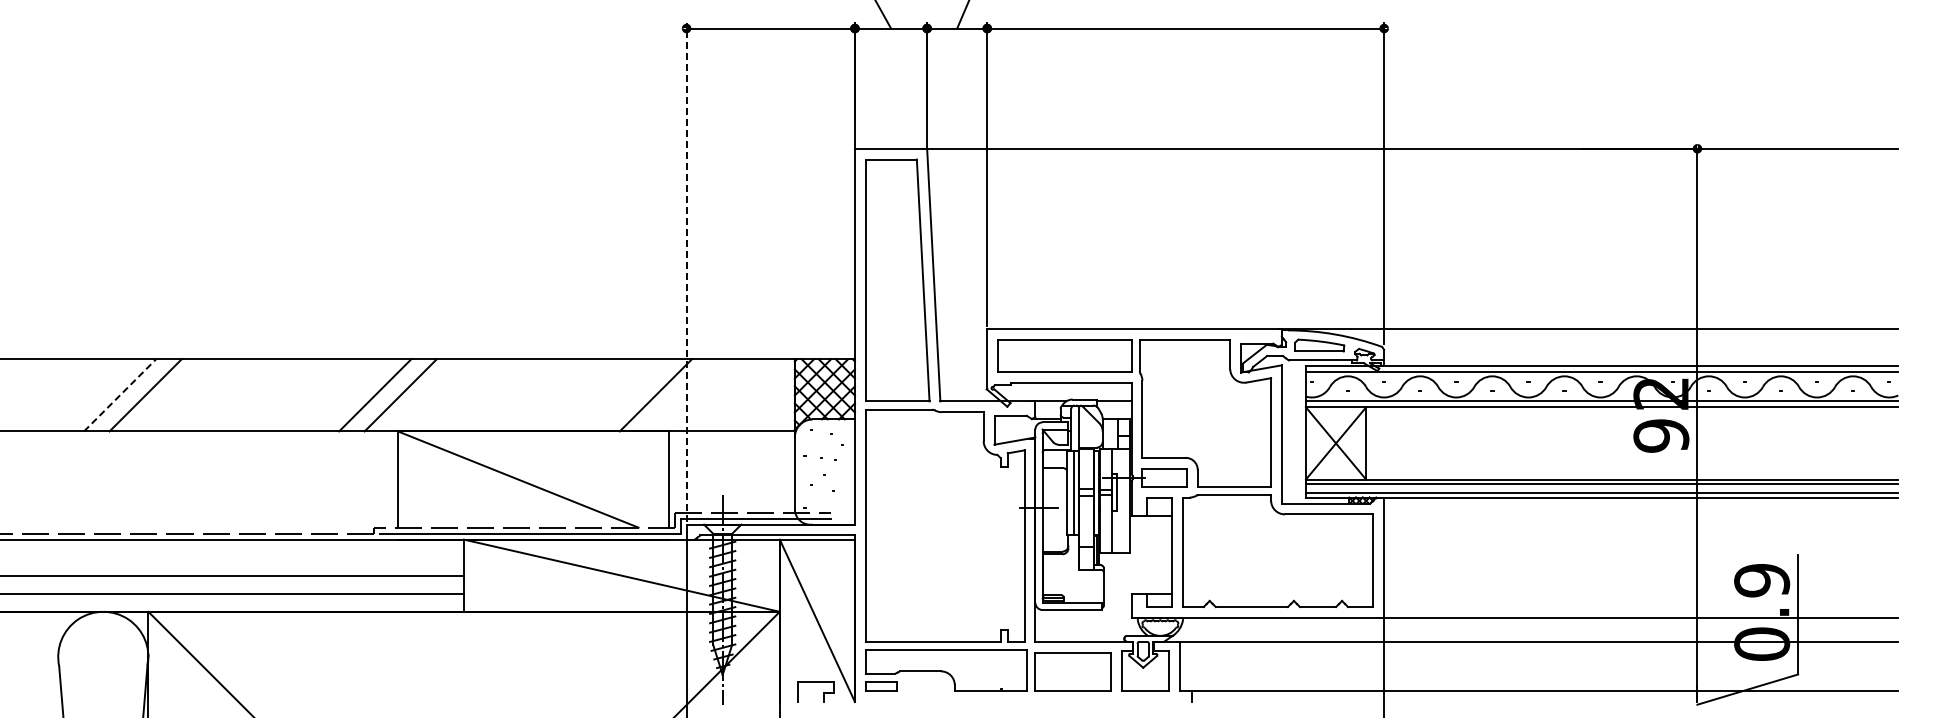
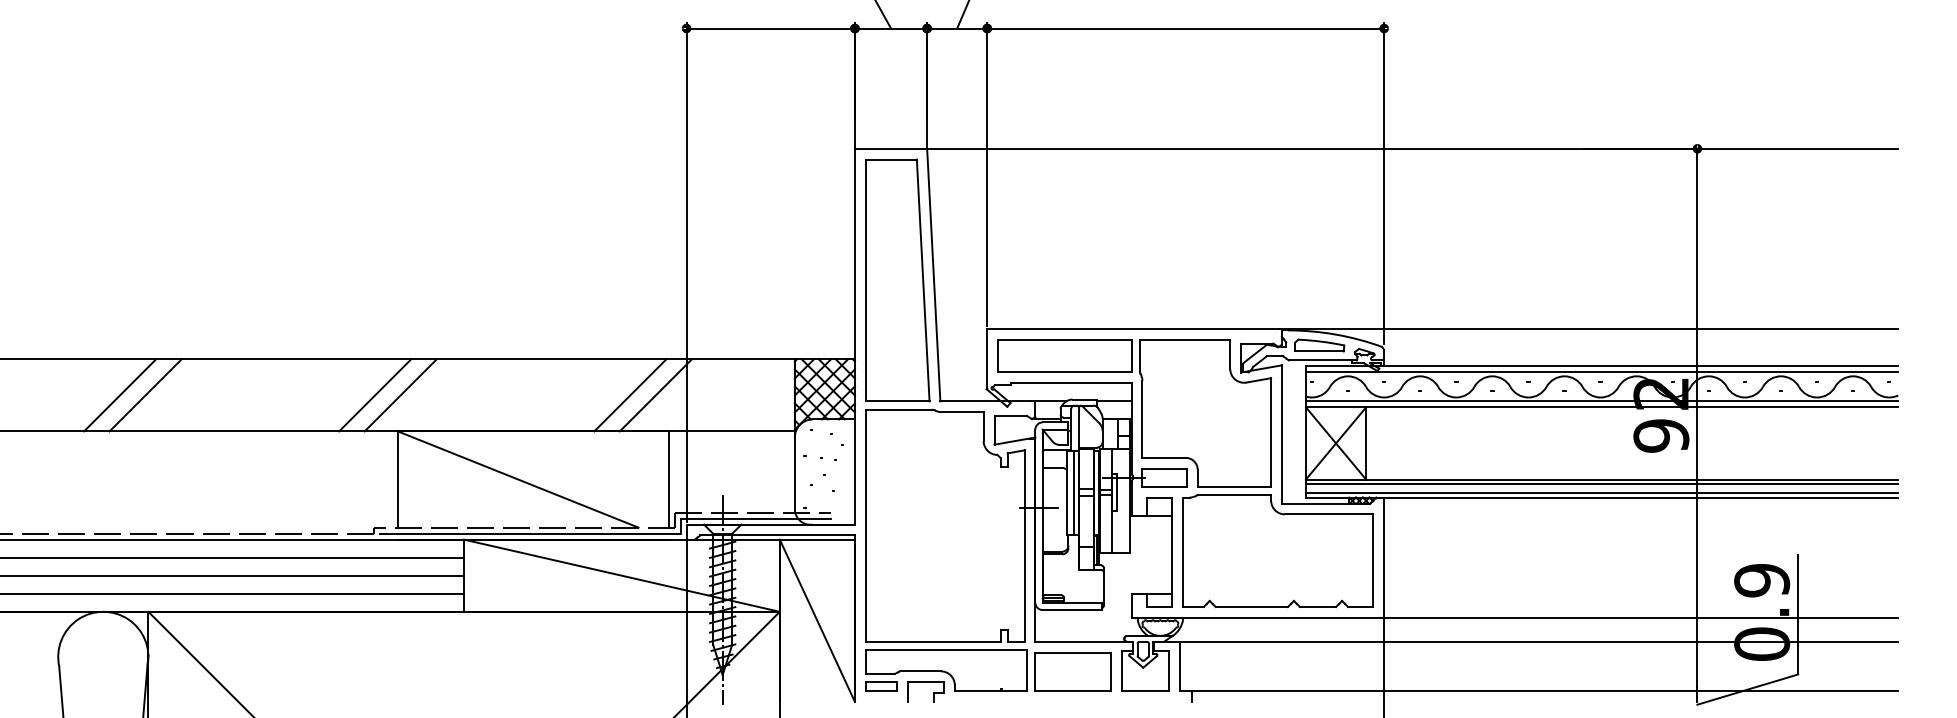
line at (686, 272): dashed -> solid
line at (120, 394): dashed -> solid
line at (630, 395): none -> present
line at (233, 557): none -> present
part at (823, 692) position: (823, 692) -> (933, 692)
